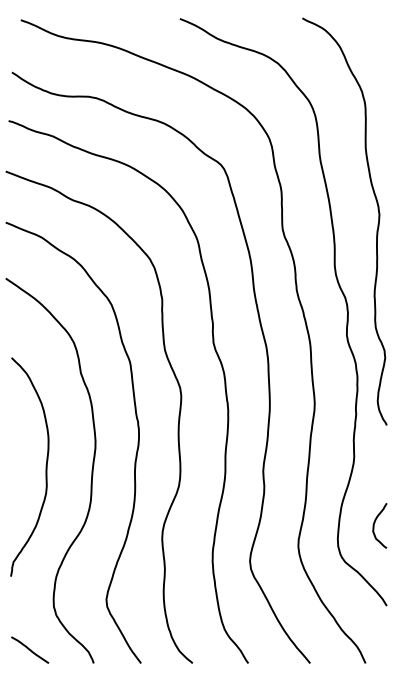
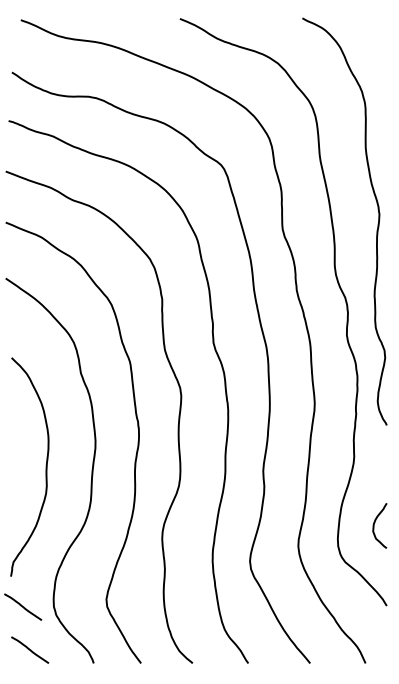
line at (23, 606): none -> present
